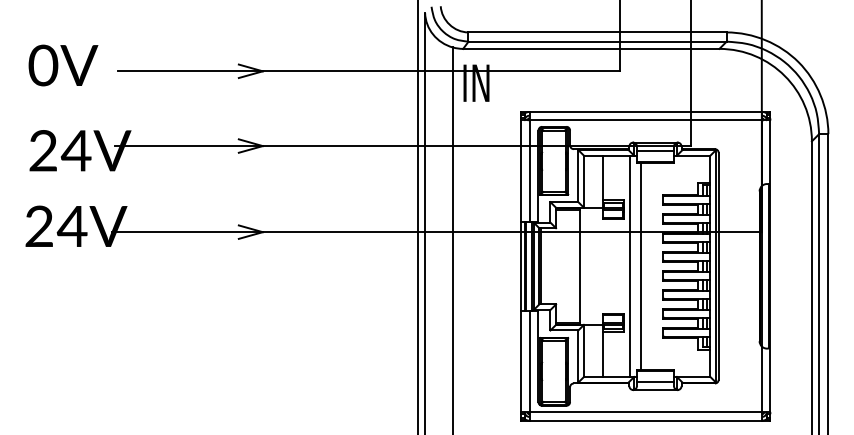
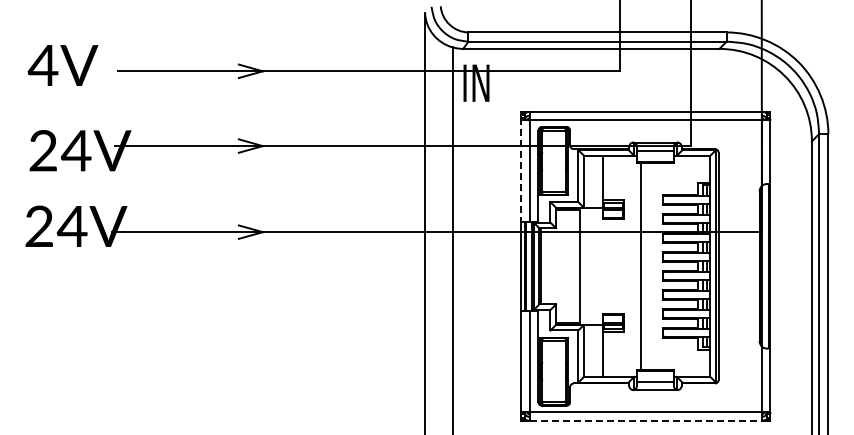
text at (42, 65): 0V -> 4V
line at (521, 170): solid -> dashed
line at (418, 216): present -> none
line at (629, 265): present -> none
line at (646, 420): solid -> dashed
